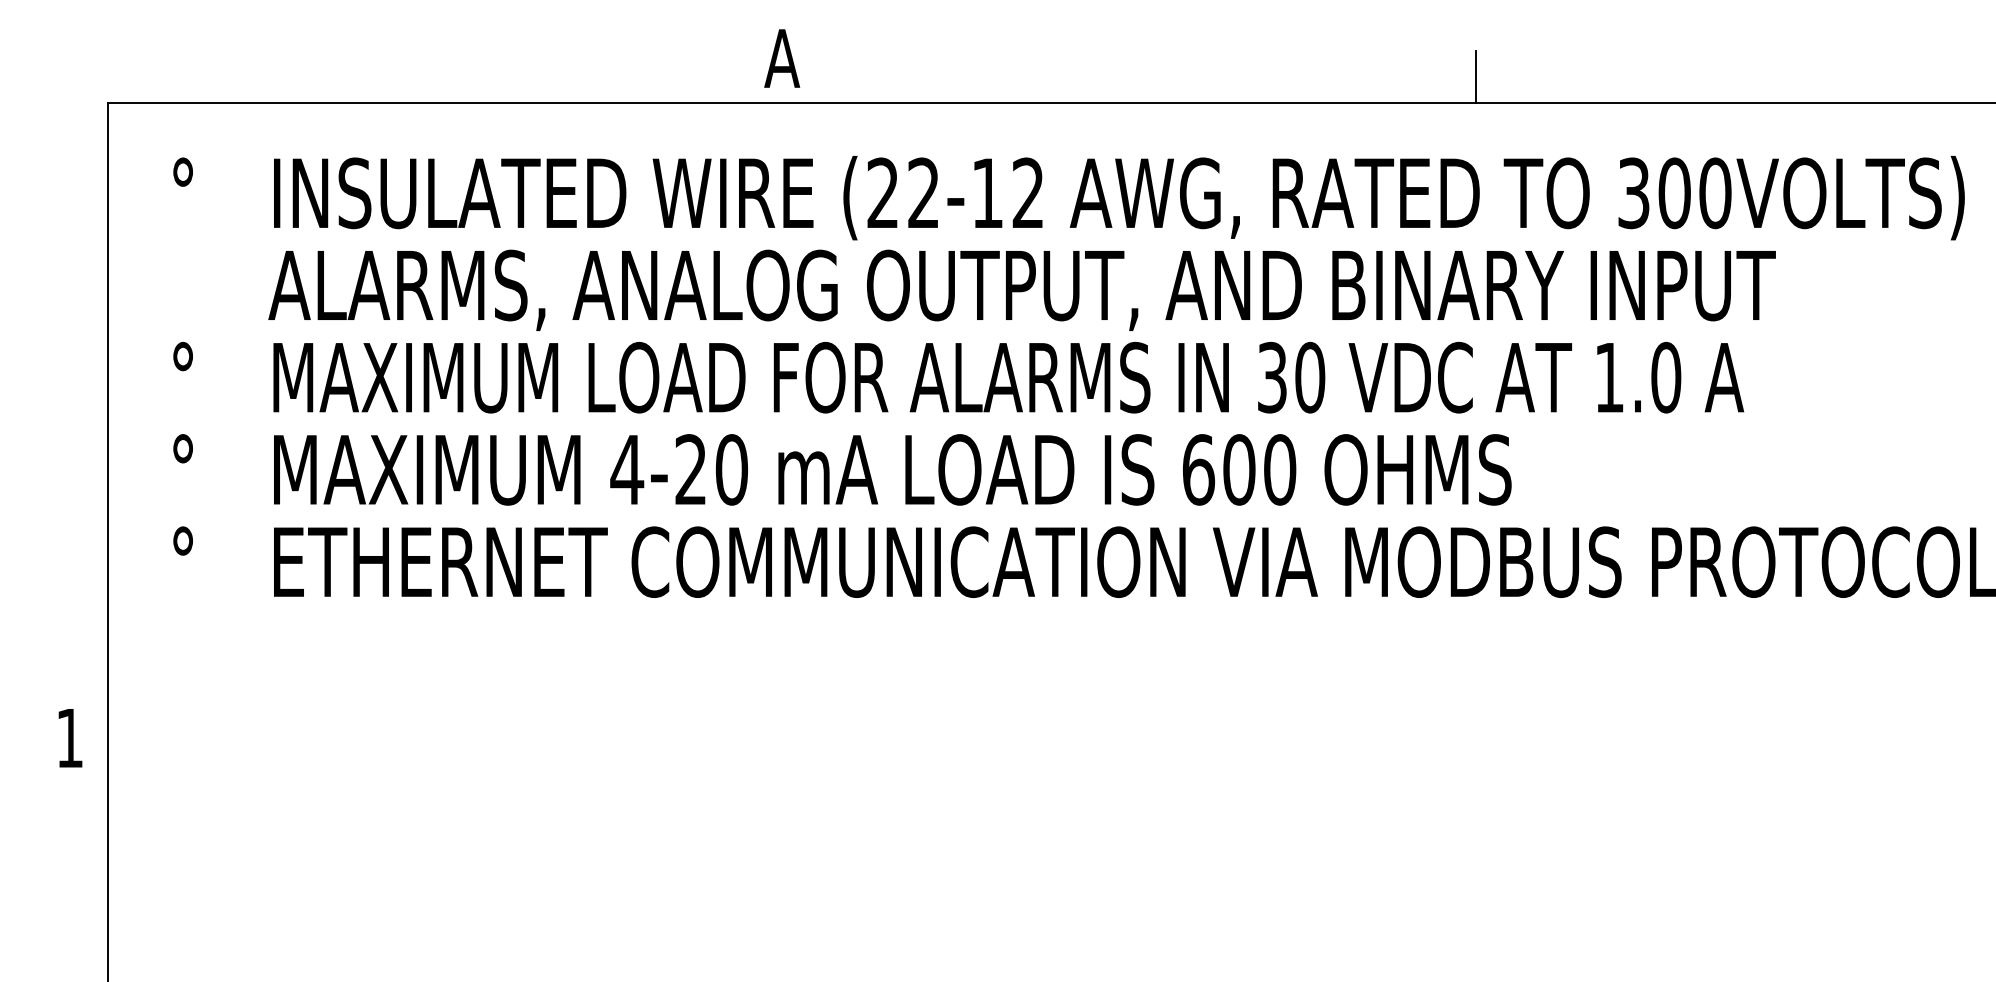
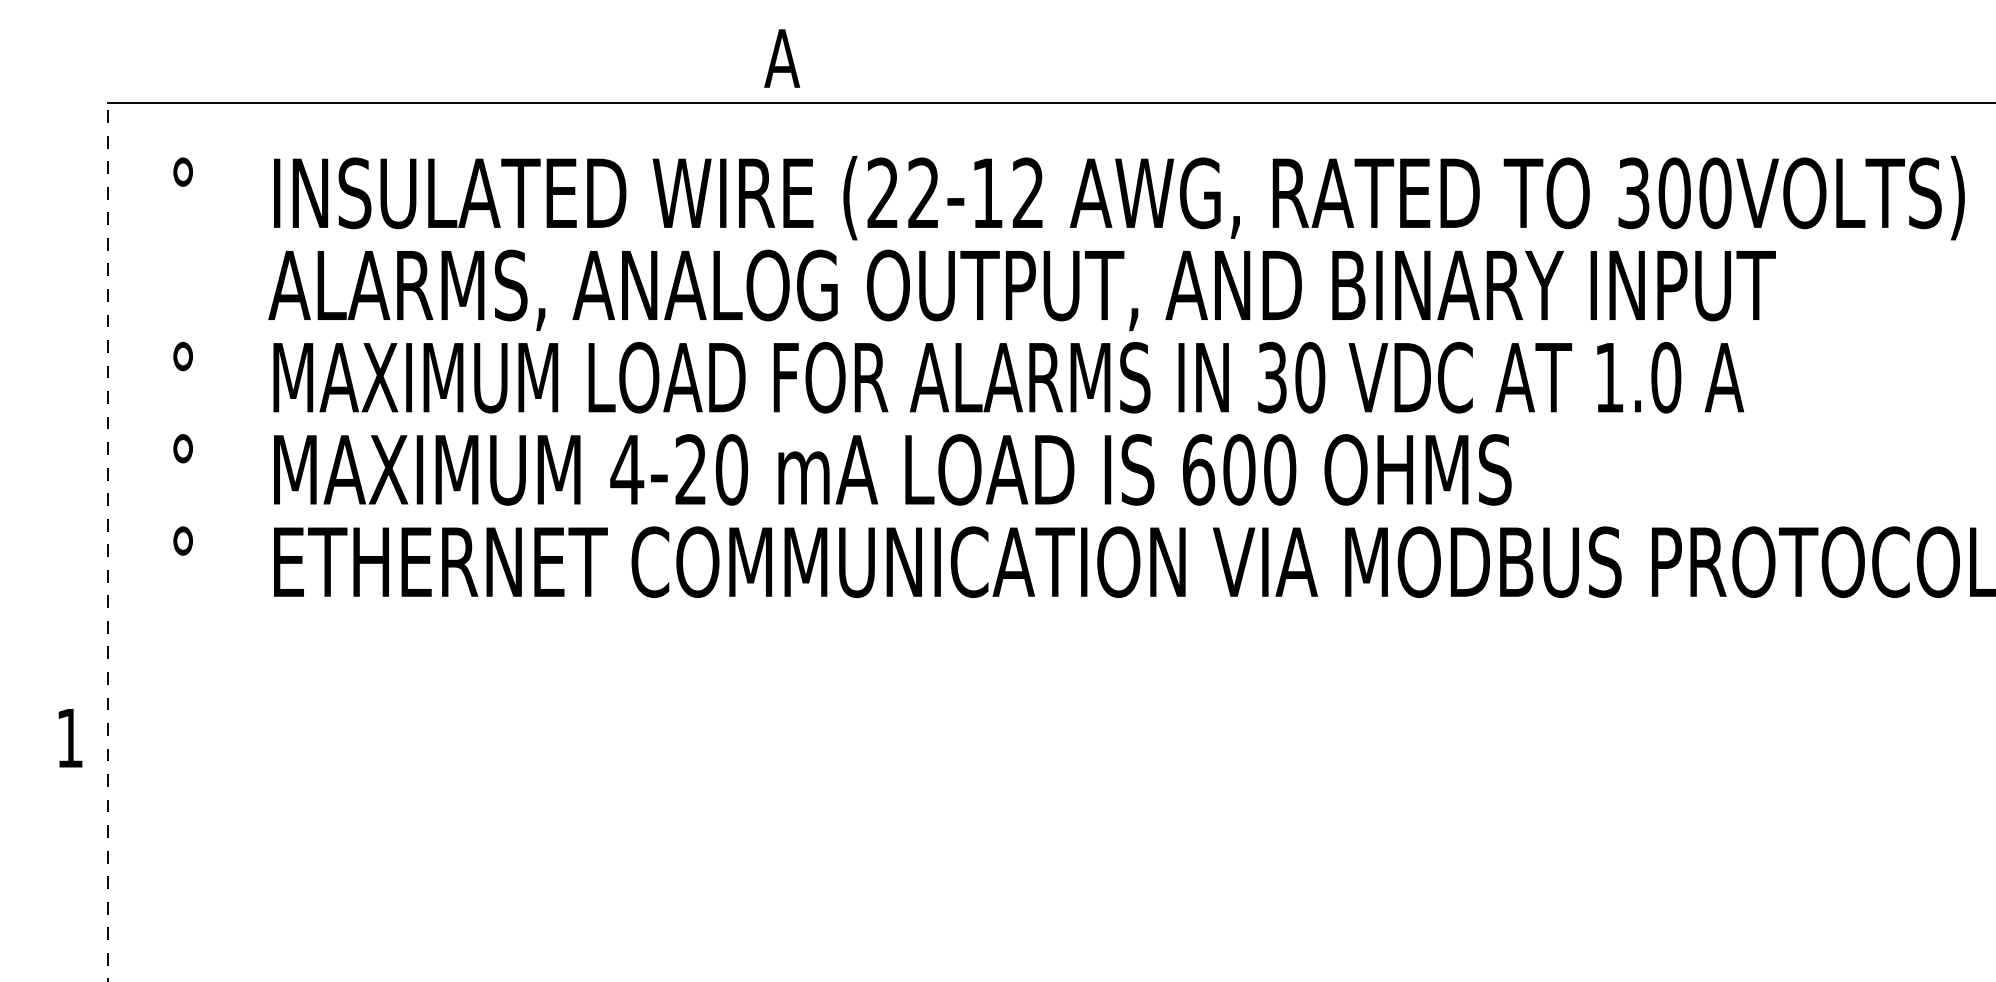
line at (1475, 76): present -> none
line at (107, 541): solid -> dashed
